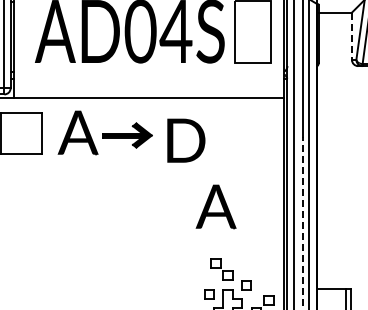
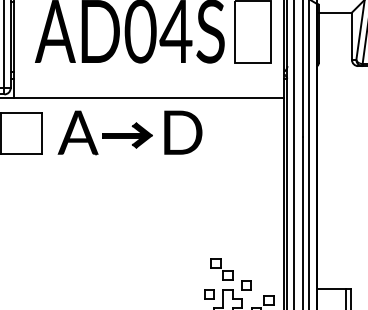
line at (351, 36): dashed -> solid
text at (186, 140) position: (186, 140) -> (183, 132)
part at (215, 206): present -> none
line at (303, 223): dashed -> solid
